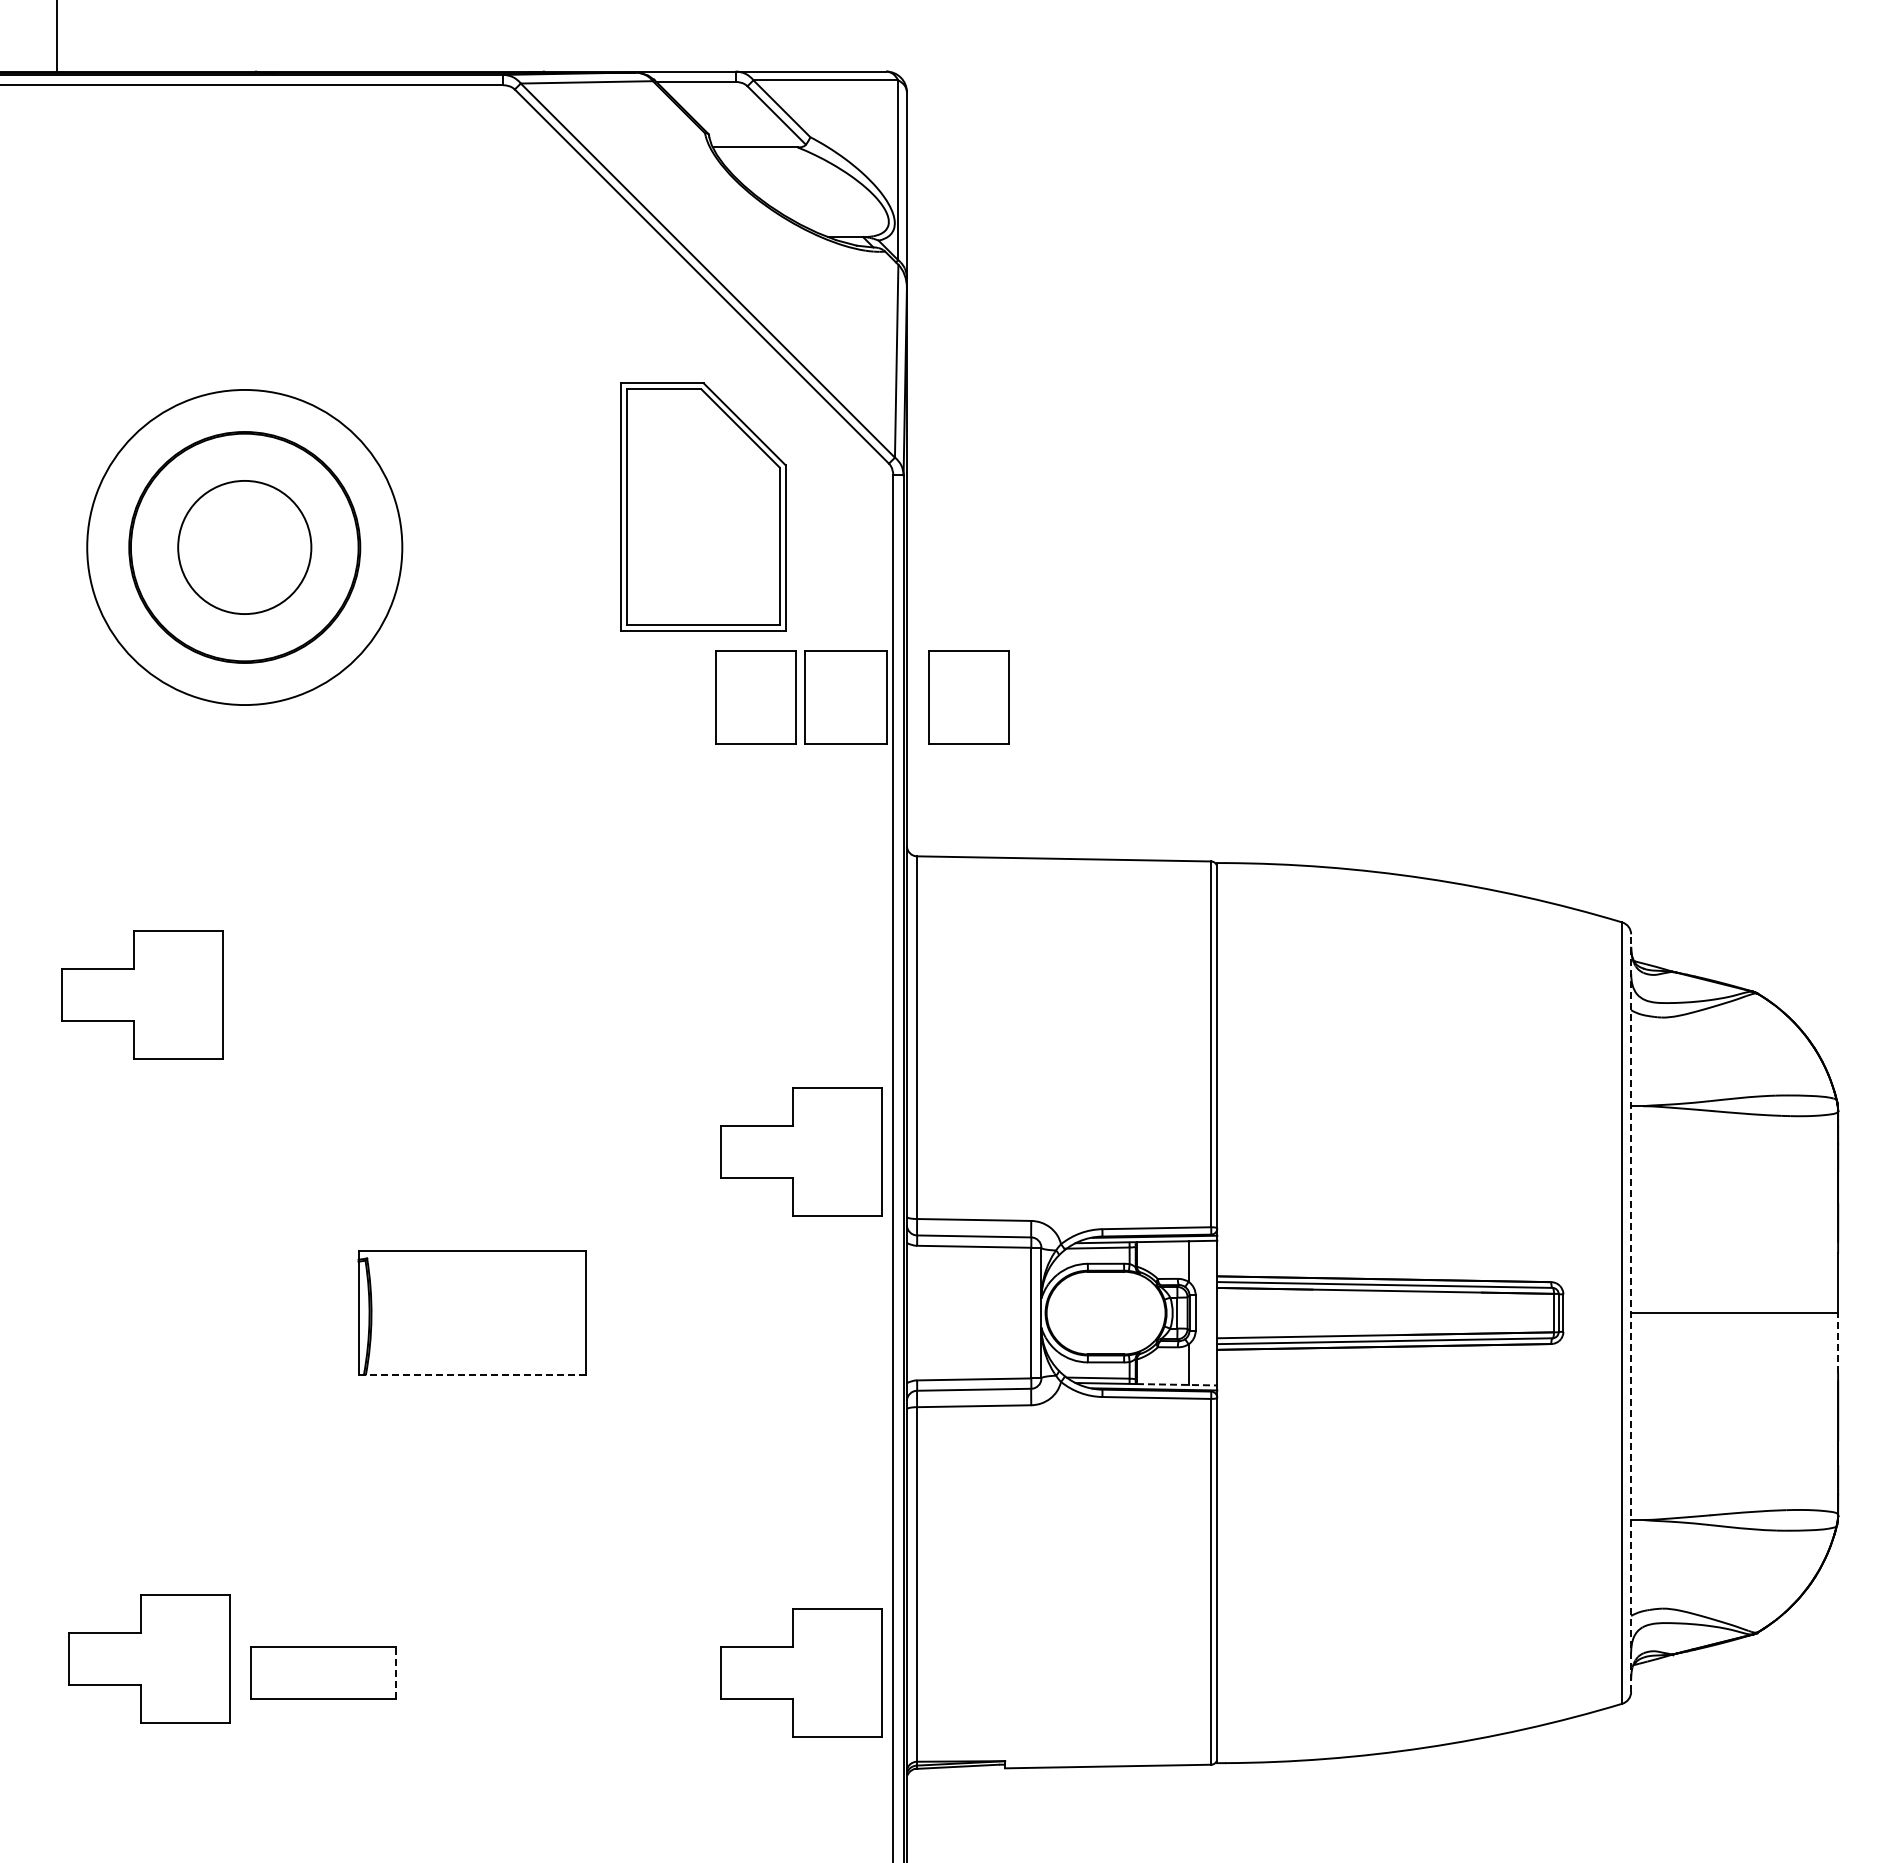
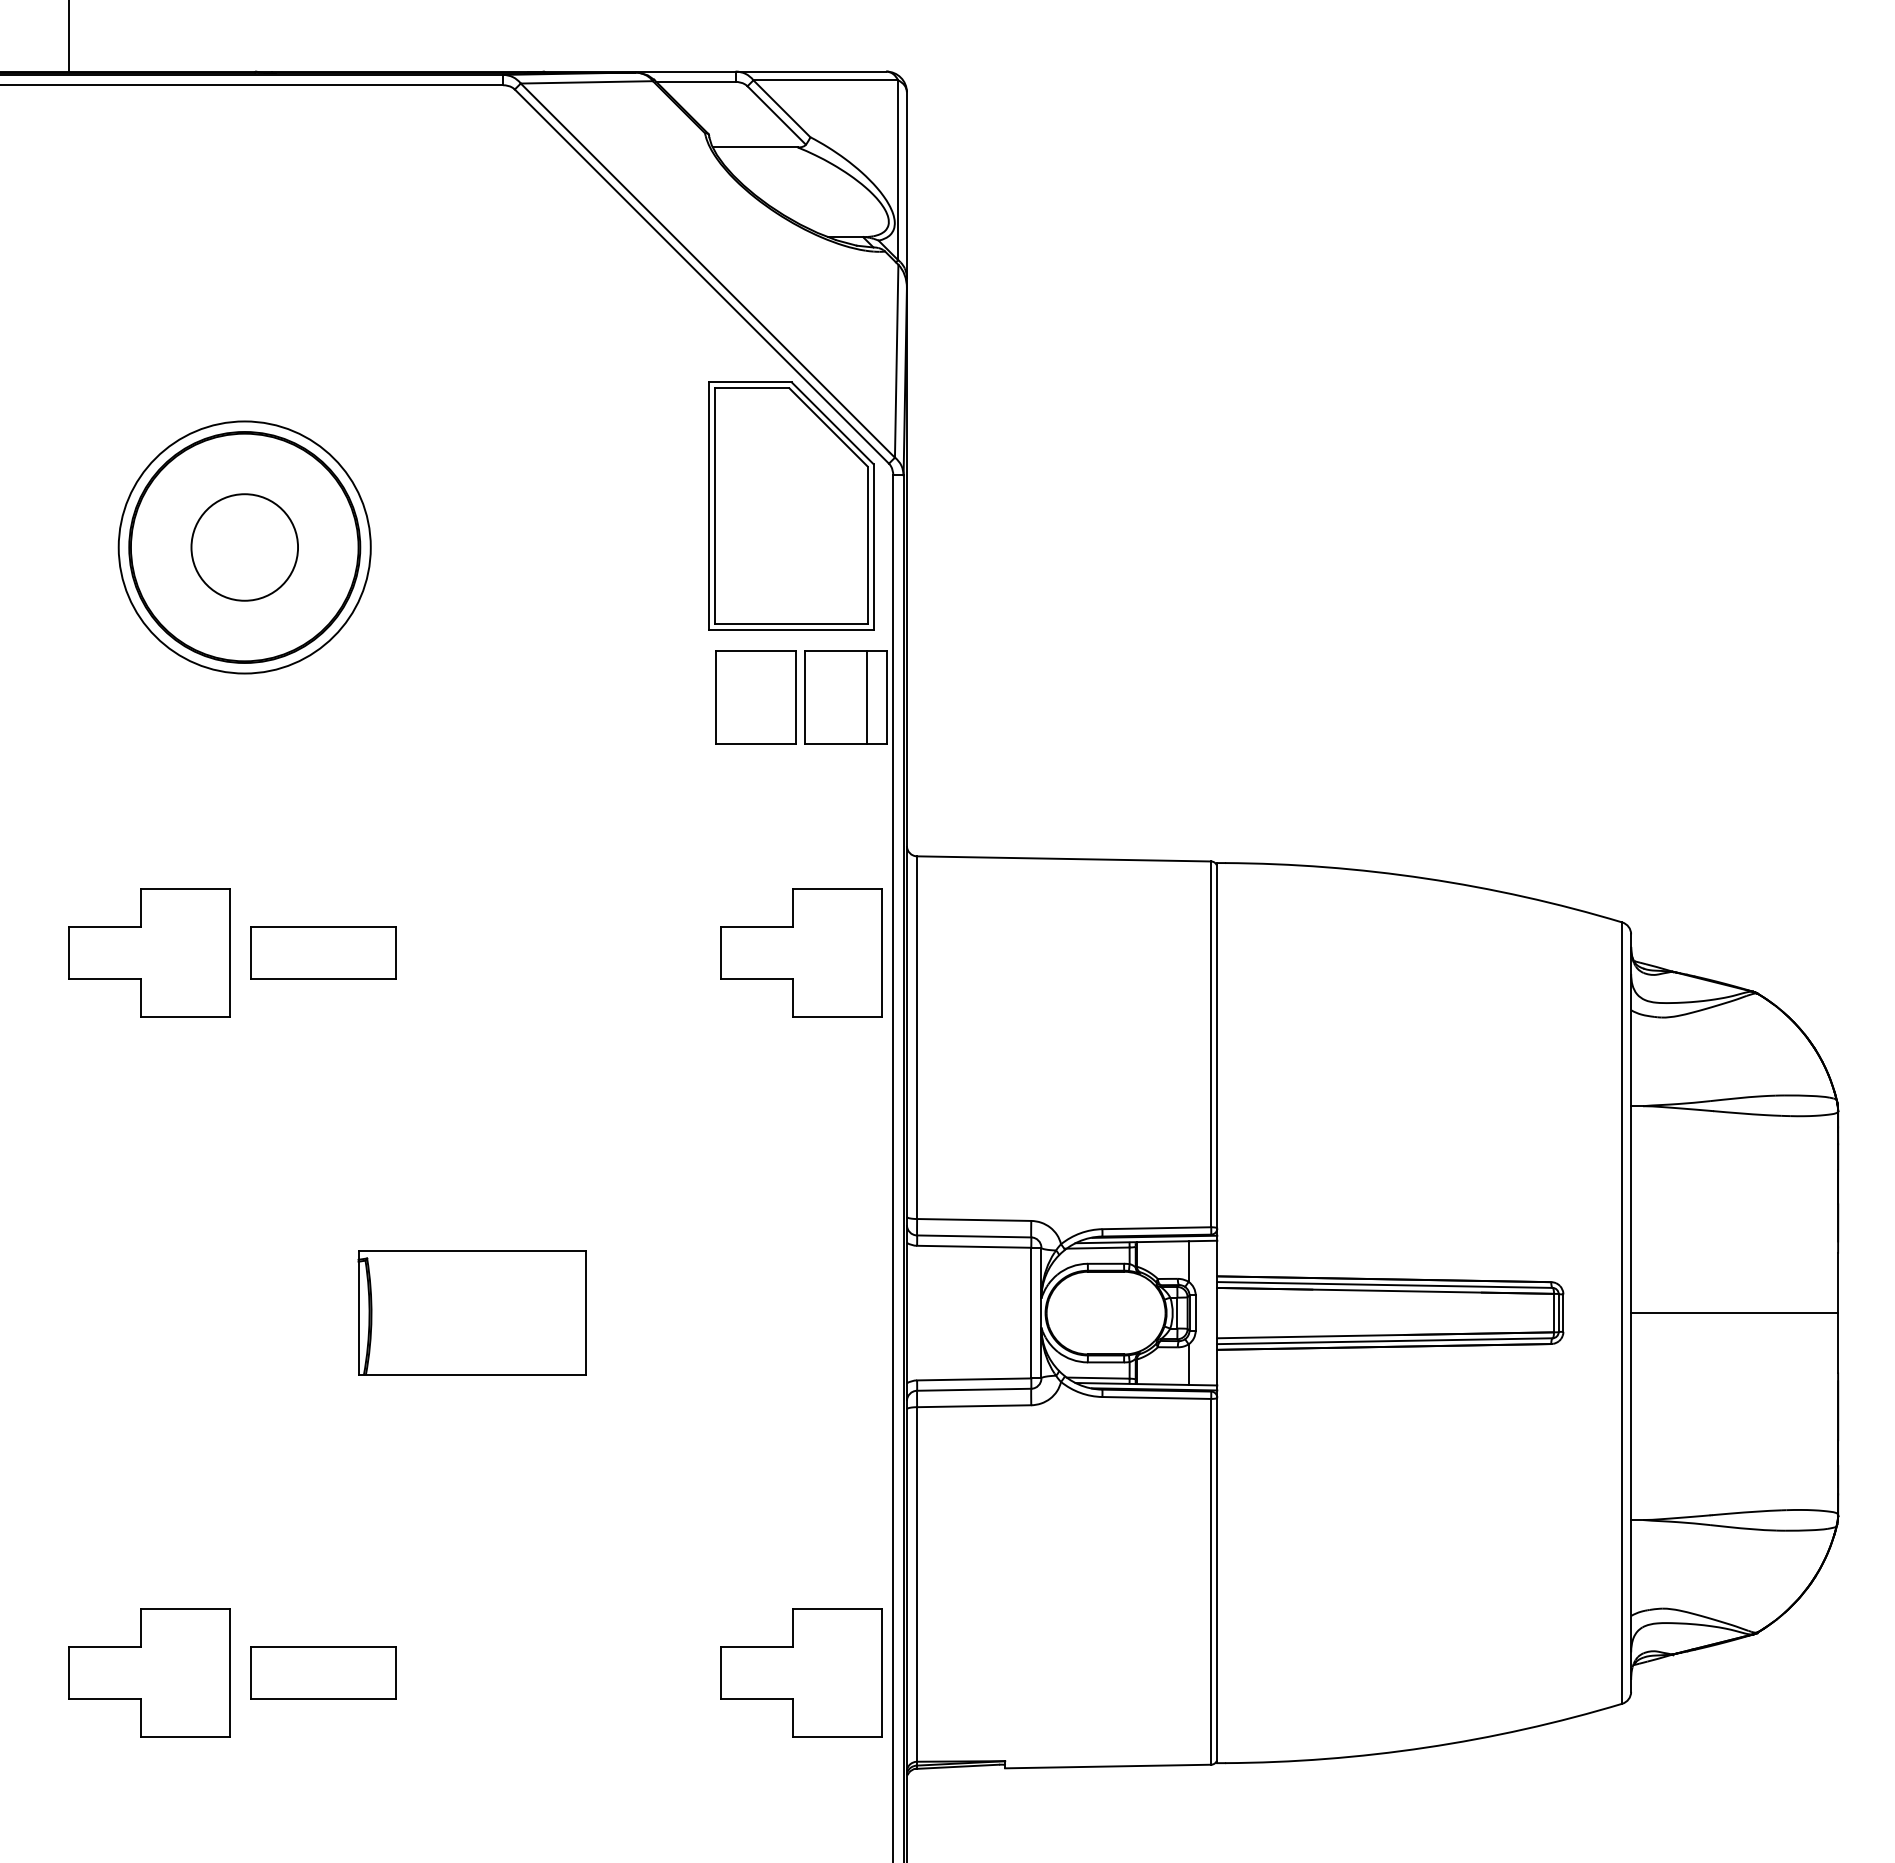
line at (56, 36) position: (56, 36) -> (68, 36)
part at (703, 506) position: (703, 506) -> (791, 505)
circle at (244, 547) diameter: 133 px -> 107 px
circle at (244, 547) diameter: 315 px -> 252 px
line at (867, 697): none -> present
part at (968, 697): present -> none
part at (323, 952): none -> present
part at (142, 994) position: (142, 994) -> (149, 952)
part at (801, 1151) position: (801, 1151) -> (801, 952)
line at (1631, 1313): dashed -> solid
line at (1838, 1342): dashed -> solid
line at (472, 1375): dashed -> solid
line at (1177, 1384): dashed -> solid
part at (149, 1658) position: (149, 1658) -> (149, 1672)
line at (395, 1673): dashed -> solid
